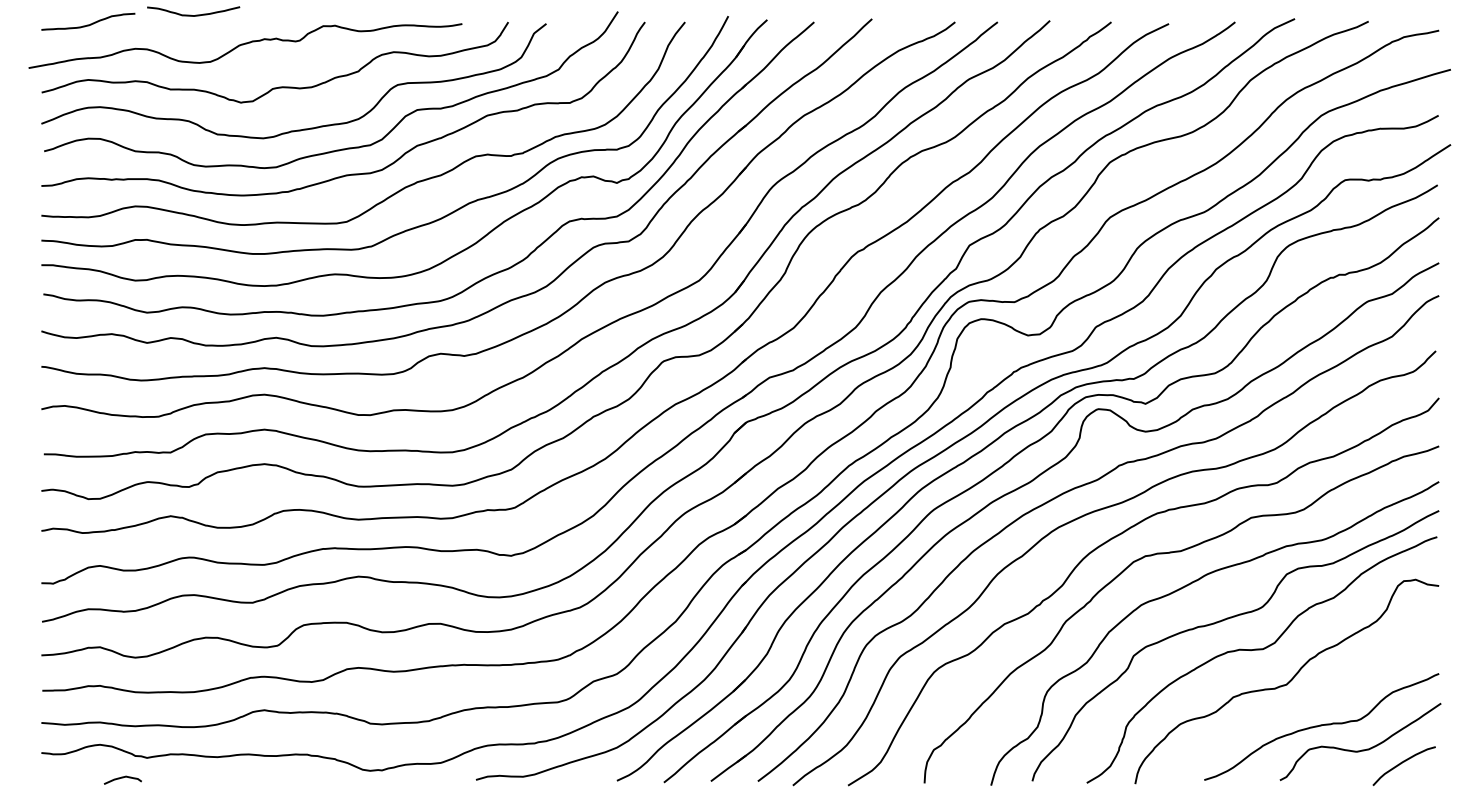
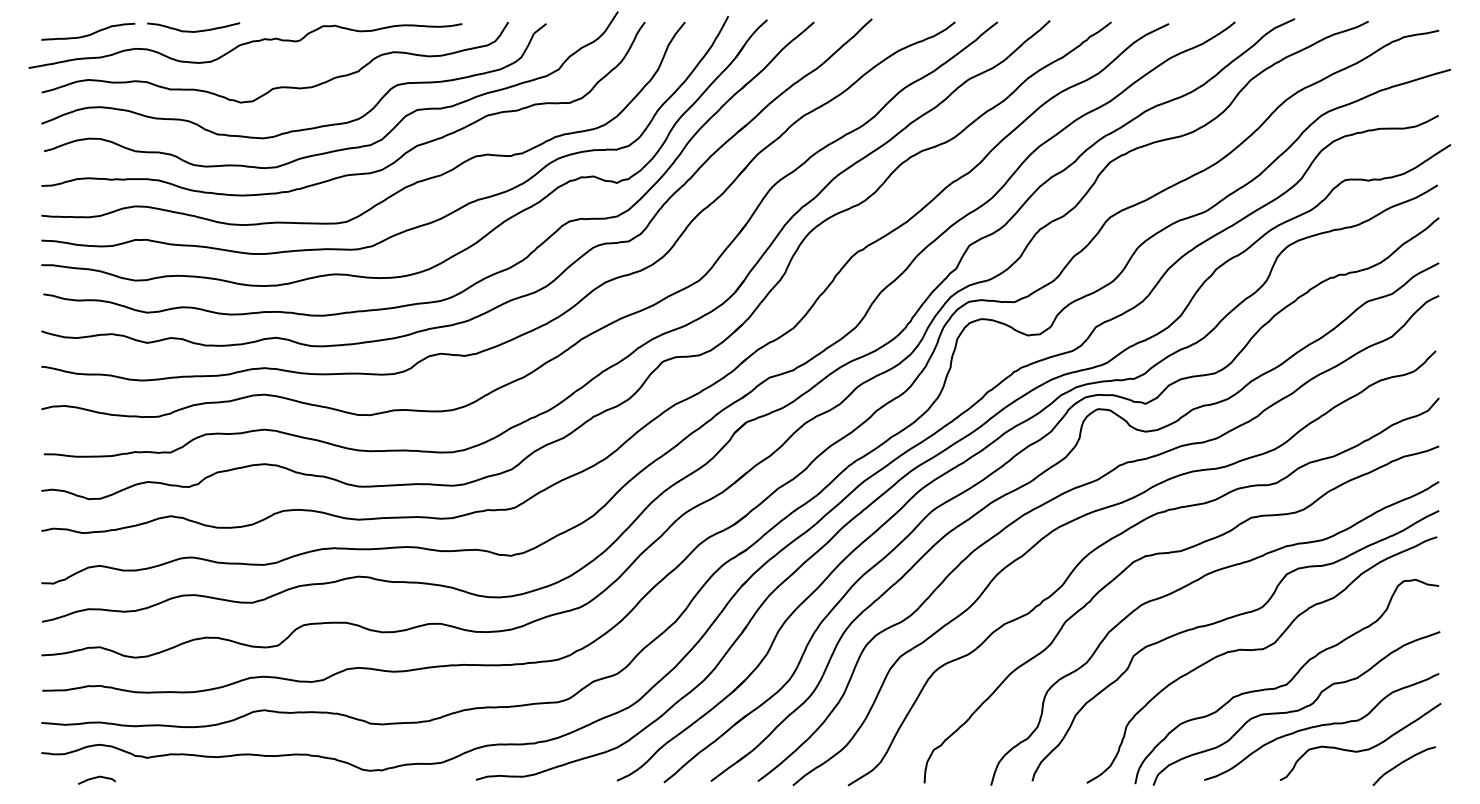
curve at (195, 14) position: (195, 14) -> (195, 30)
curve at (90, 23) position: (90, 23) -> (90, 33)
curve at (1297, 709): none -> present
curve at (122, 778) position: (122, 778) -> (96, 778)
